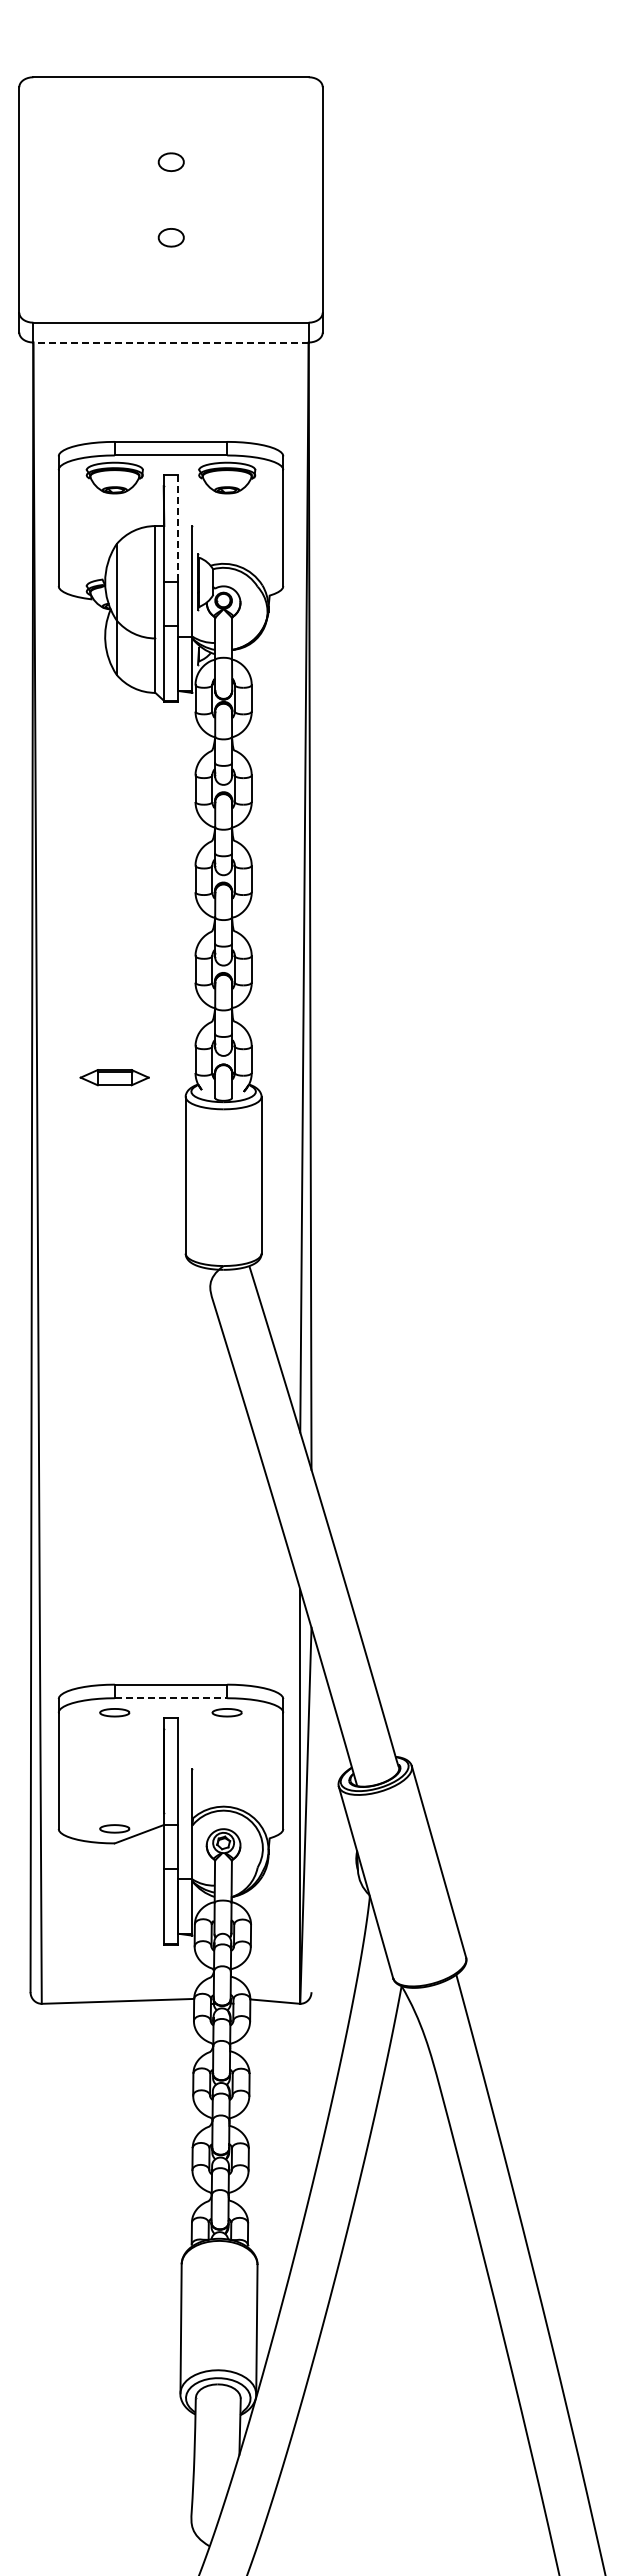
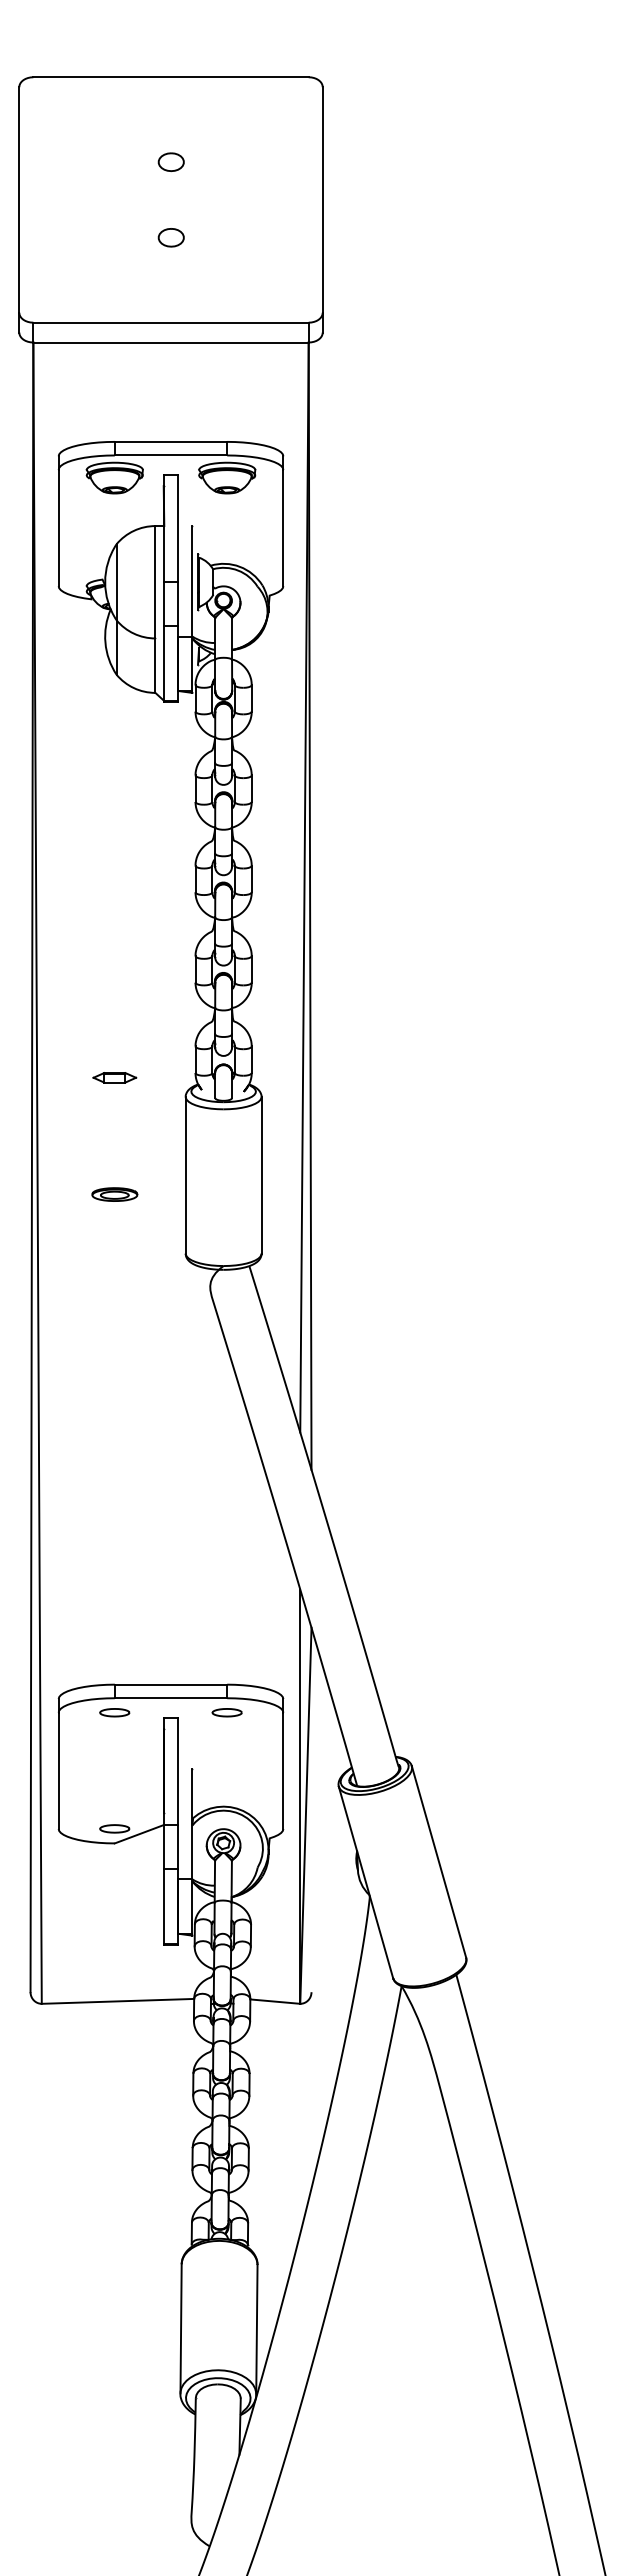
line at (171, 342): dashed -> solid
line at (178, 529): dashed -> solid
part at (114, 1077) size: 71x18 px -> 46x12 px
part at (114, 1194): none -> present
line at (171, 1698): dashed -> solid
